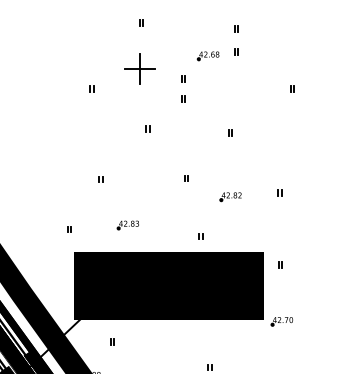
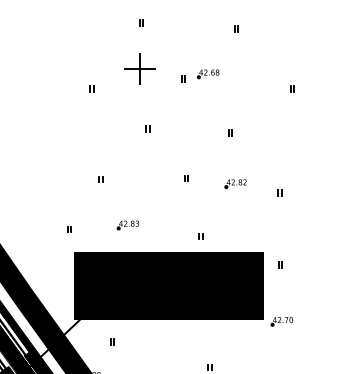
part at (236, 51): present -> none
part at (207, 56) position: (207, 56) -> (207, 74)
part at (183, 98): present -> none
part at (230, 197) position: (230, 197) -> (235, 184)
